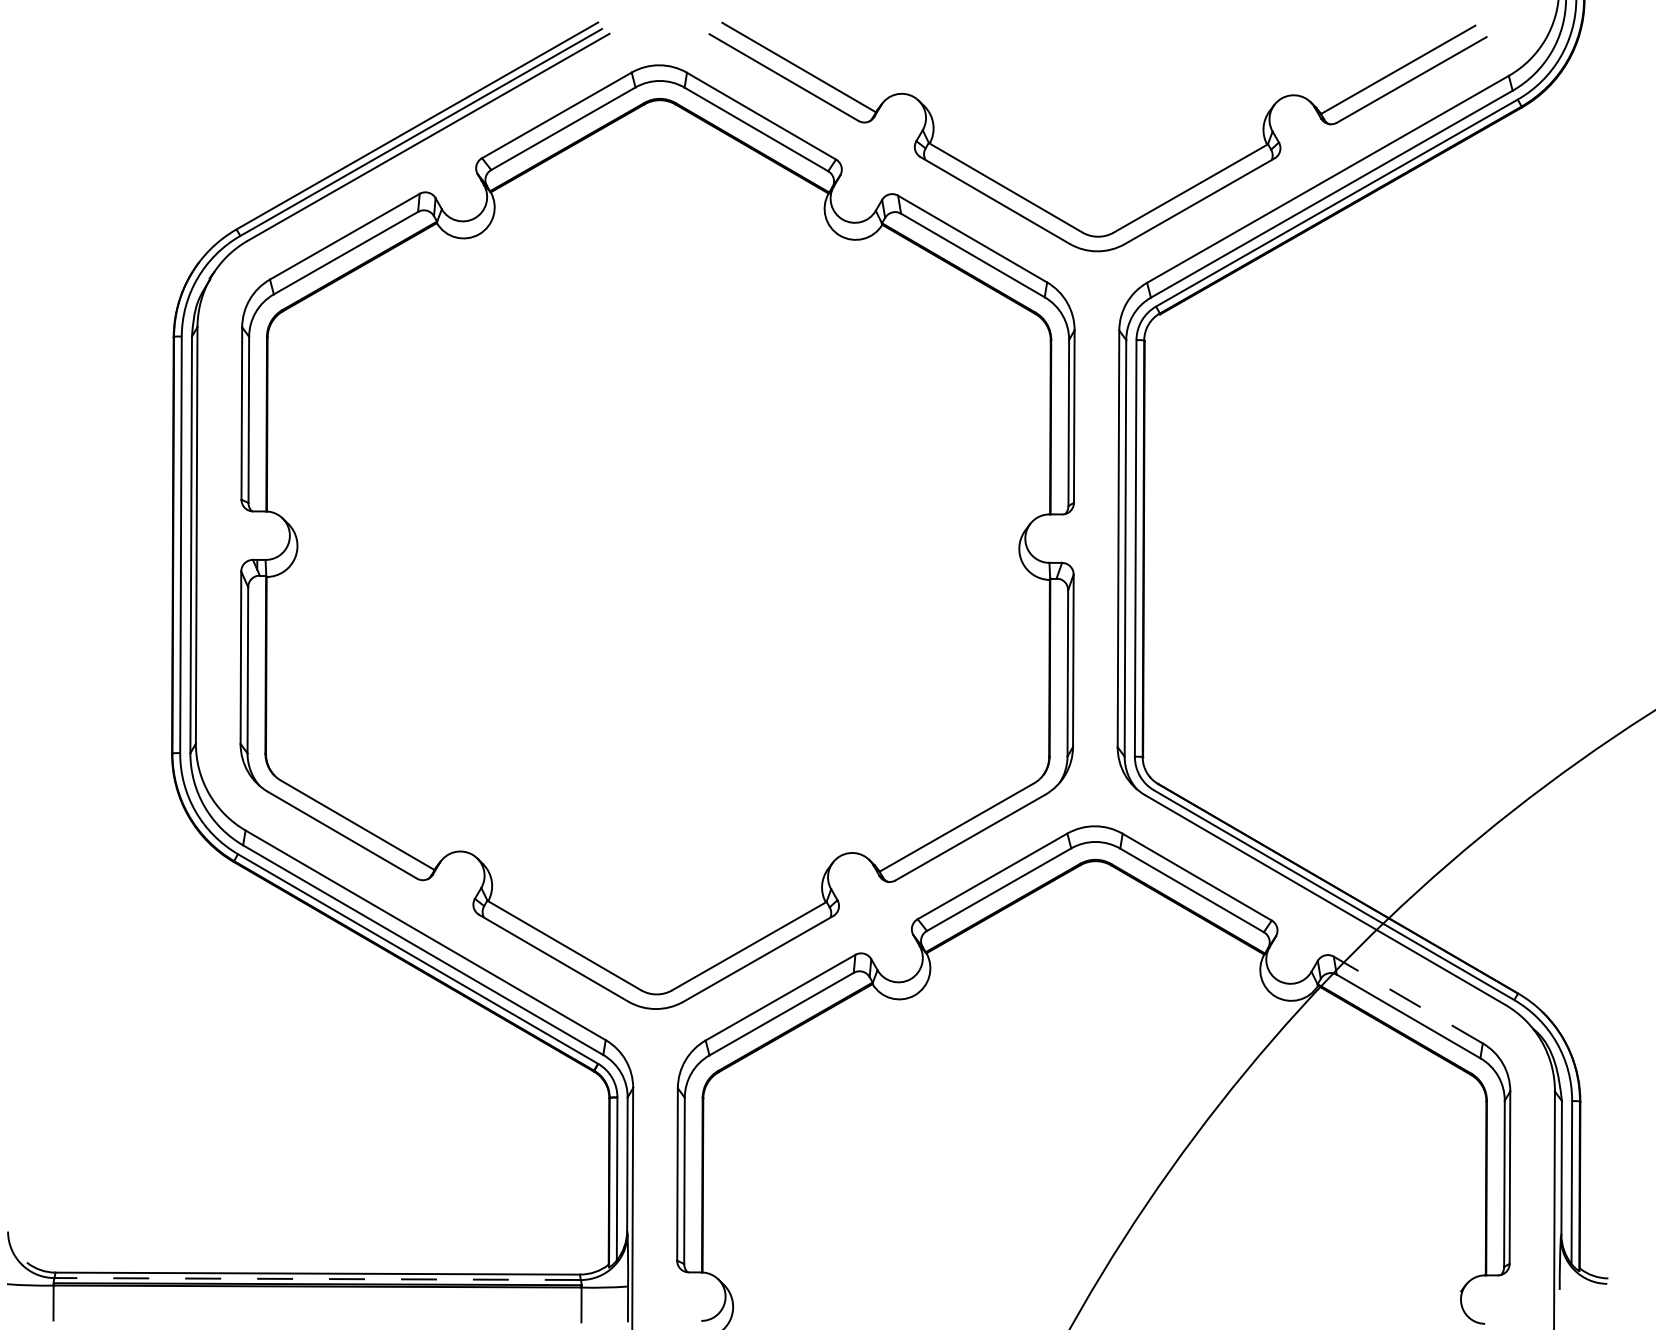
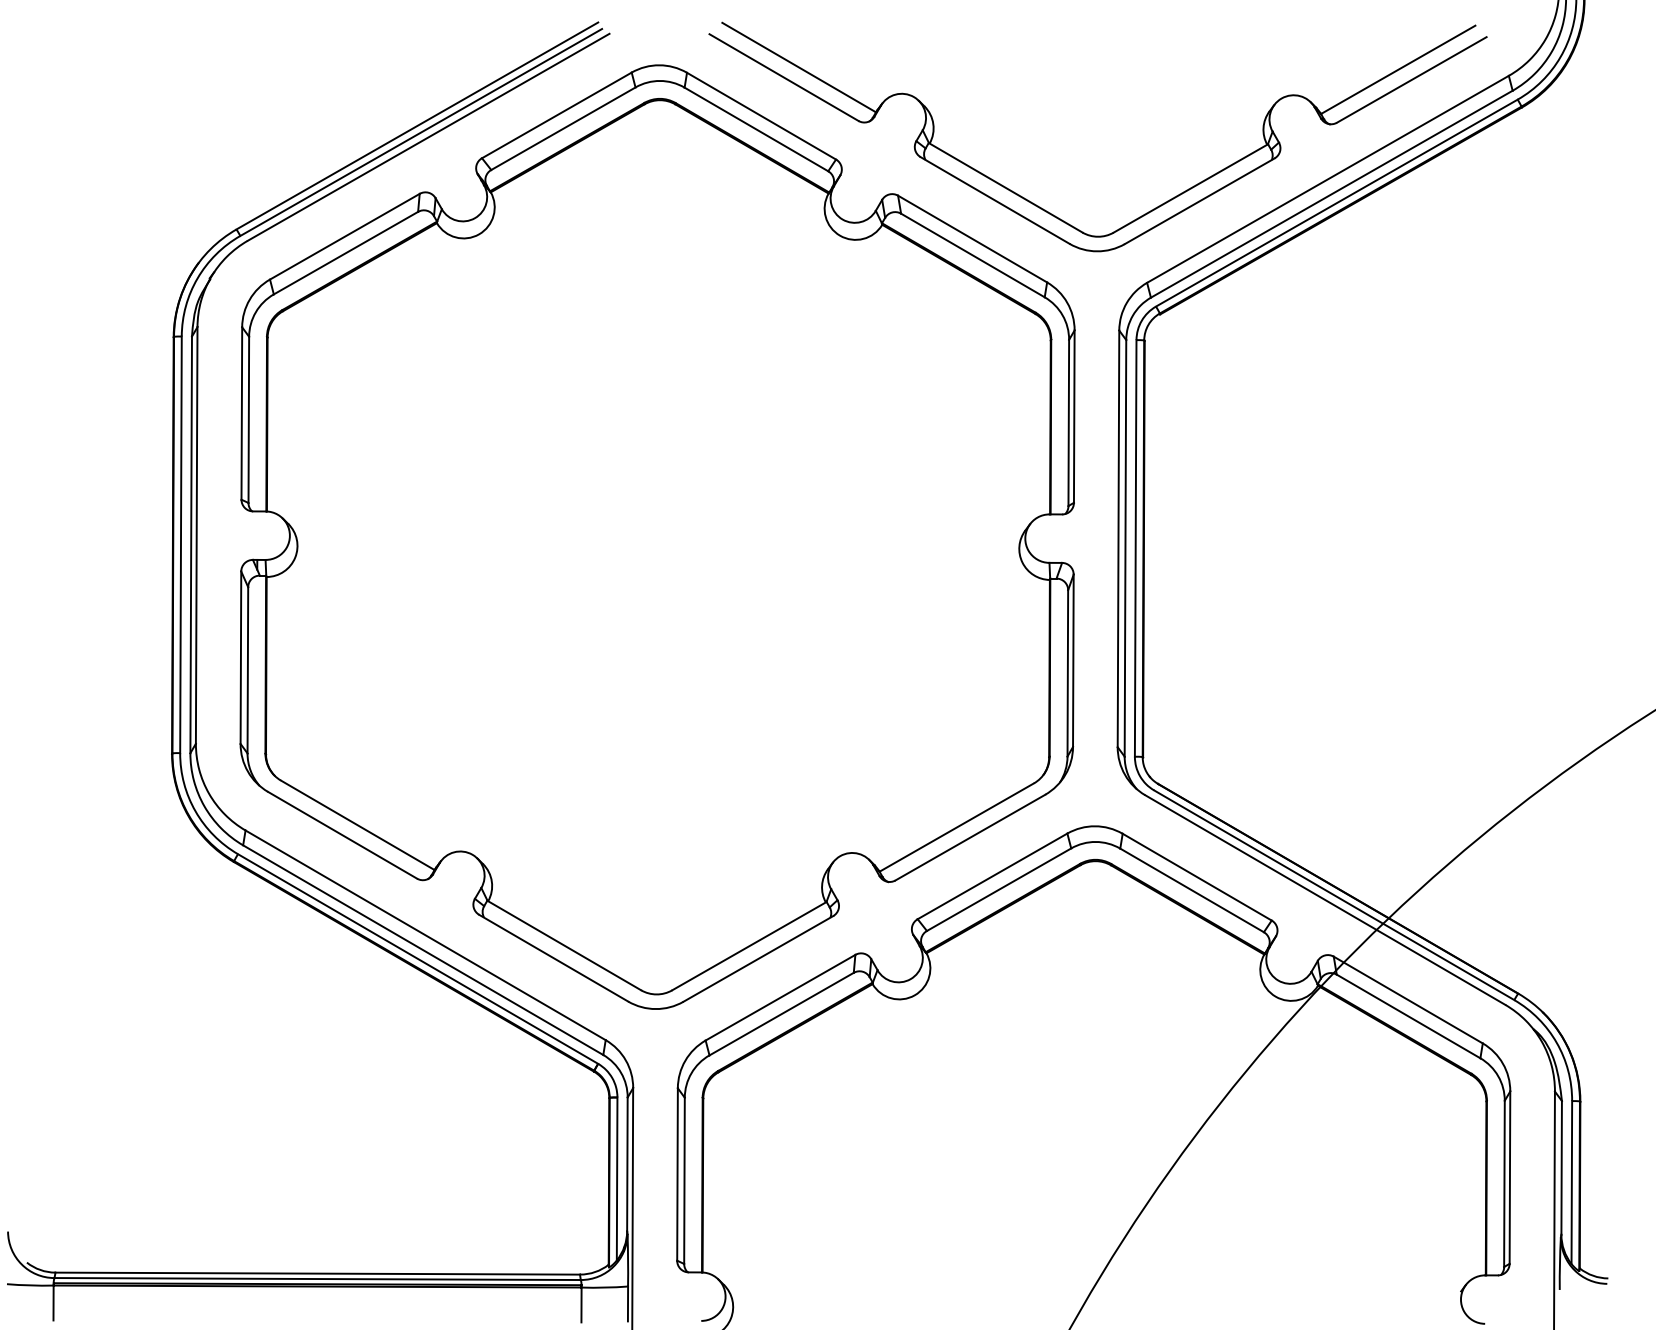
line at (1407, 999): dashed -> solid
line at (317, 1279): dashed -> solid
